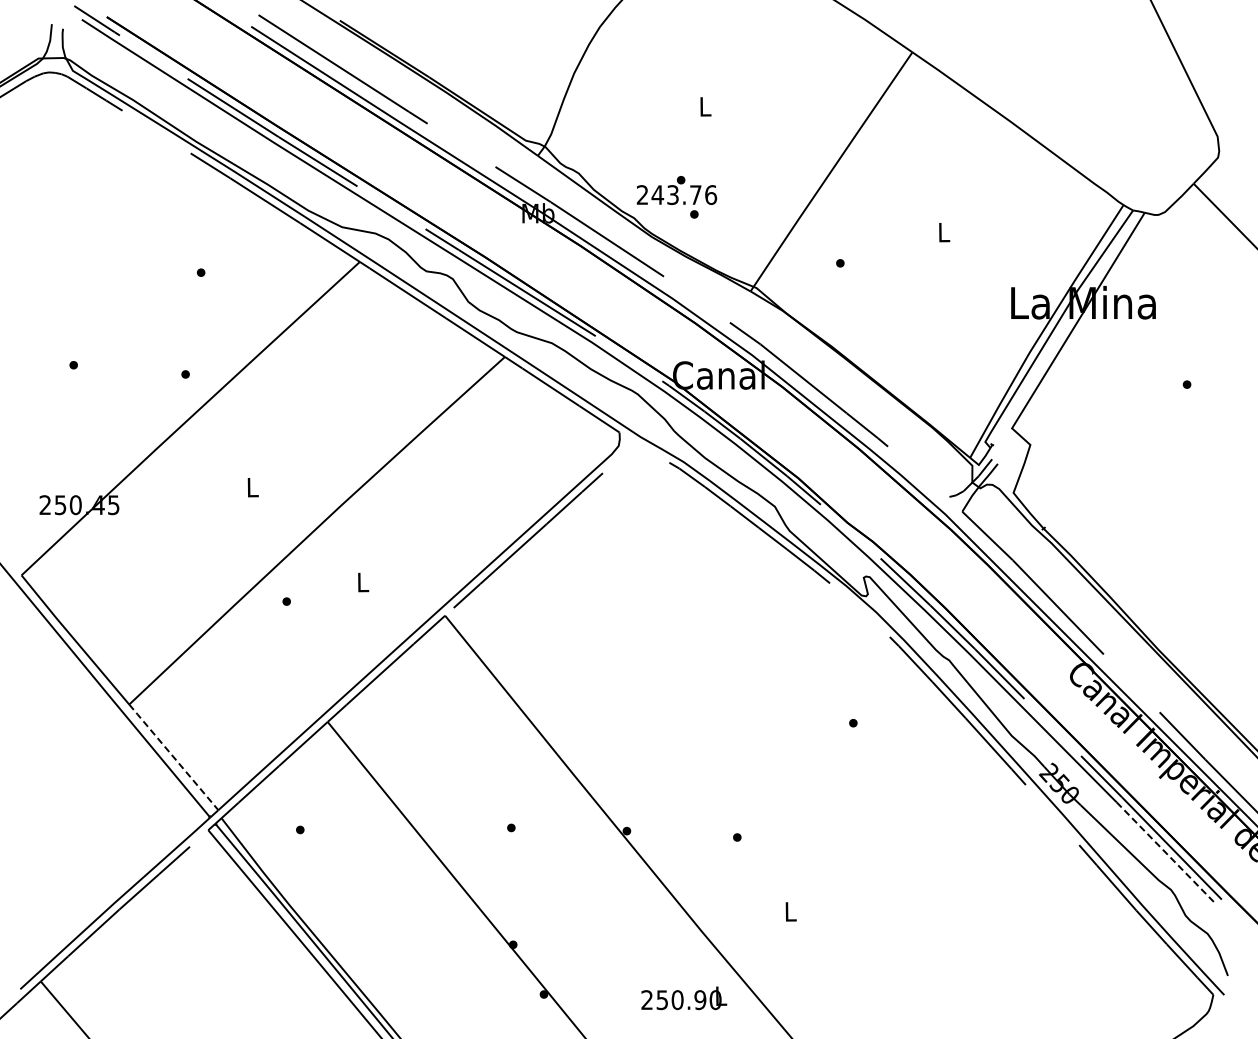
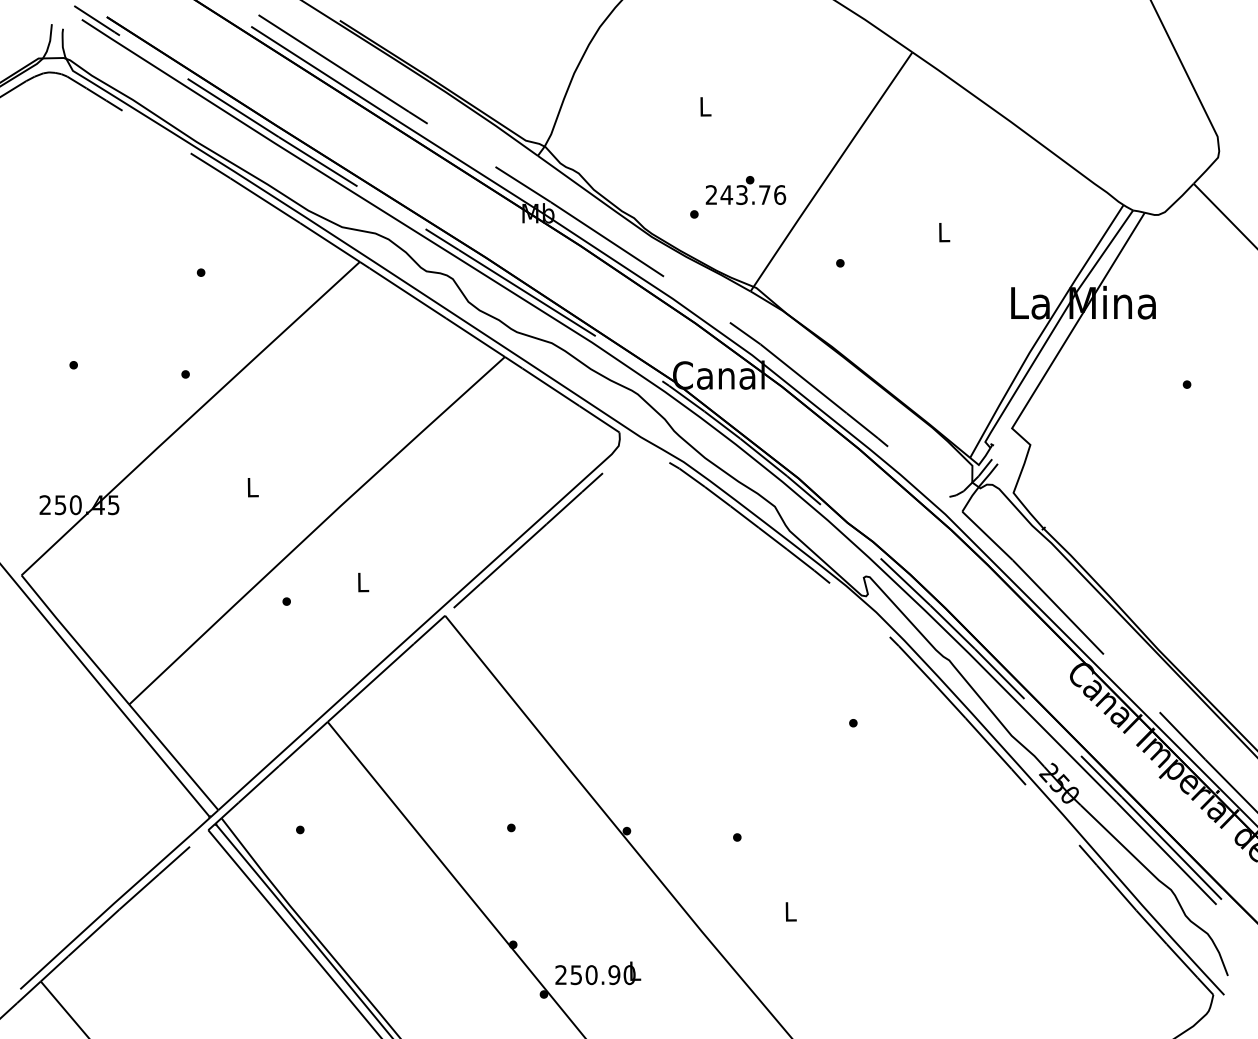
text at (676, 190) position: (676, 190) -> (745, 190)
line at (173, 756): dashed -> solid
line at (1167, 853): dashed -> solid
text at (684, 998) position: (684, 998) -> (598, 973)
